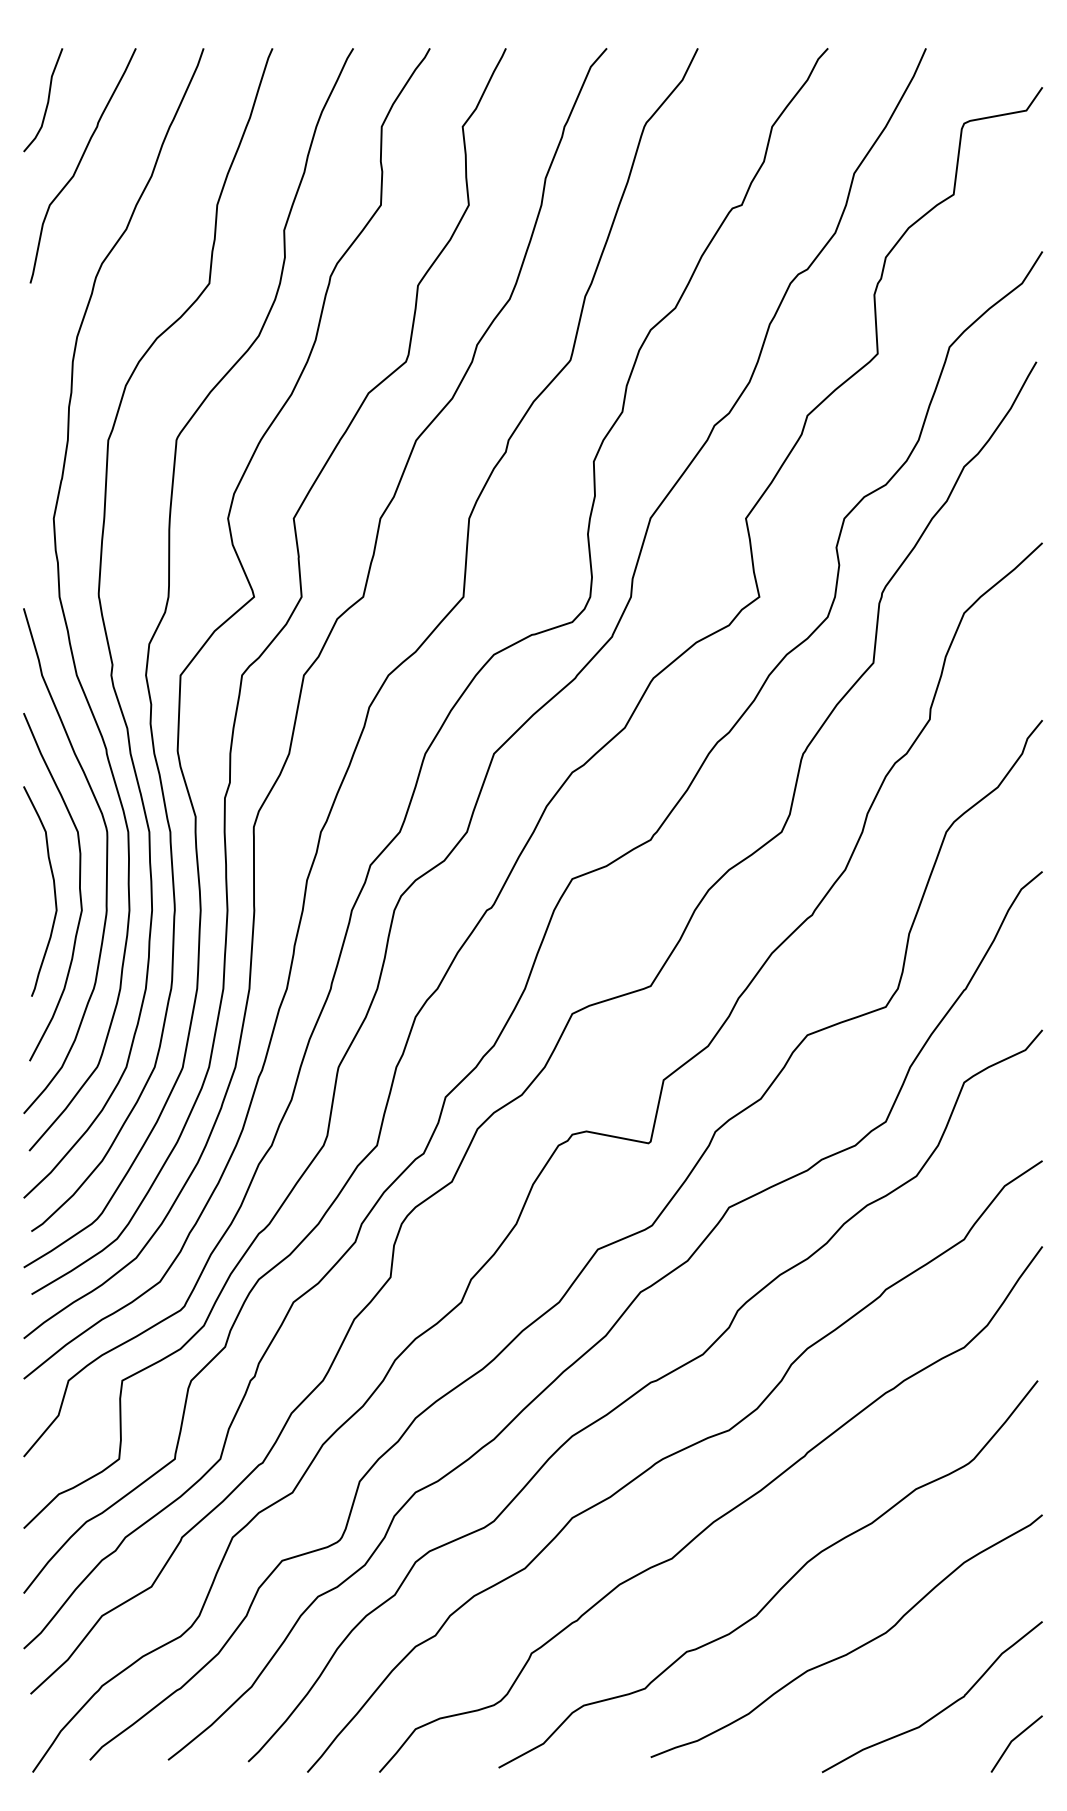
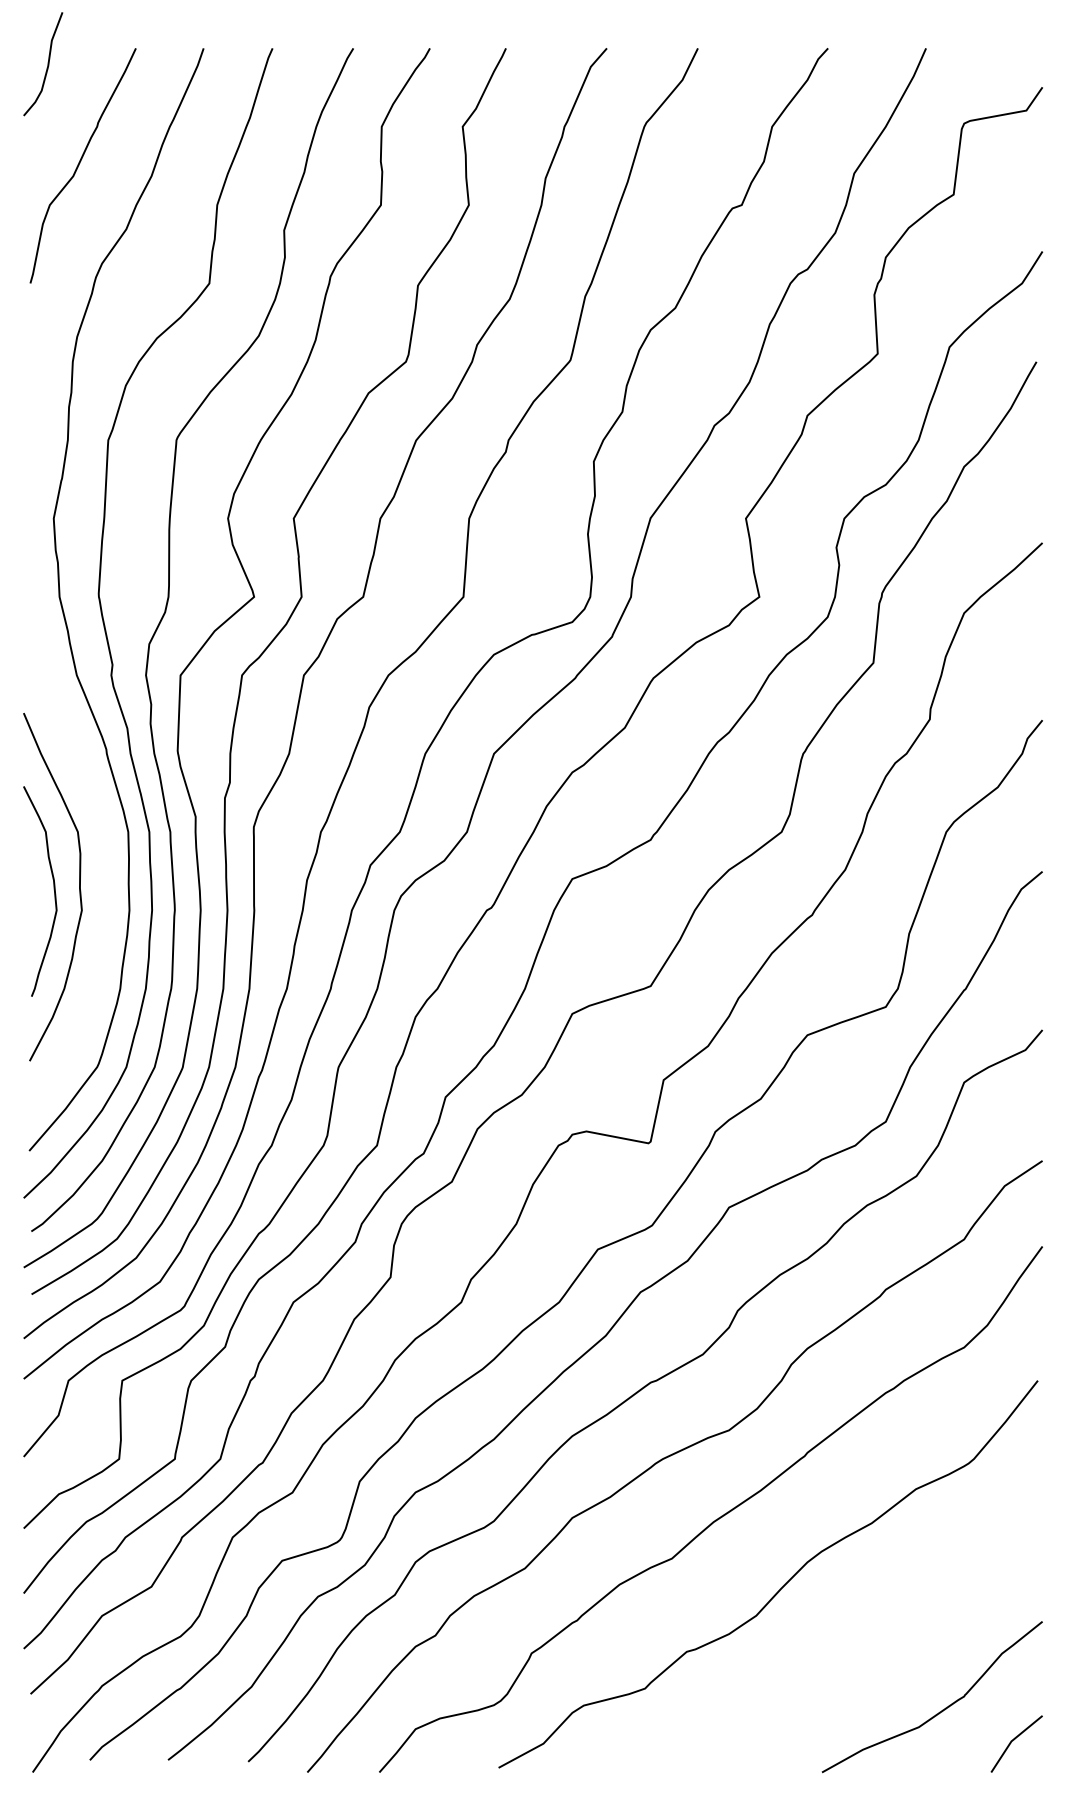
curve at (47, 100) position: (47, 100) -> (47, 64)
curve at (106, 861): present -> none
curve at (853, 1649): present -> none
